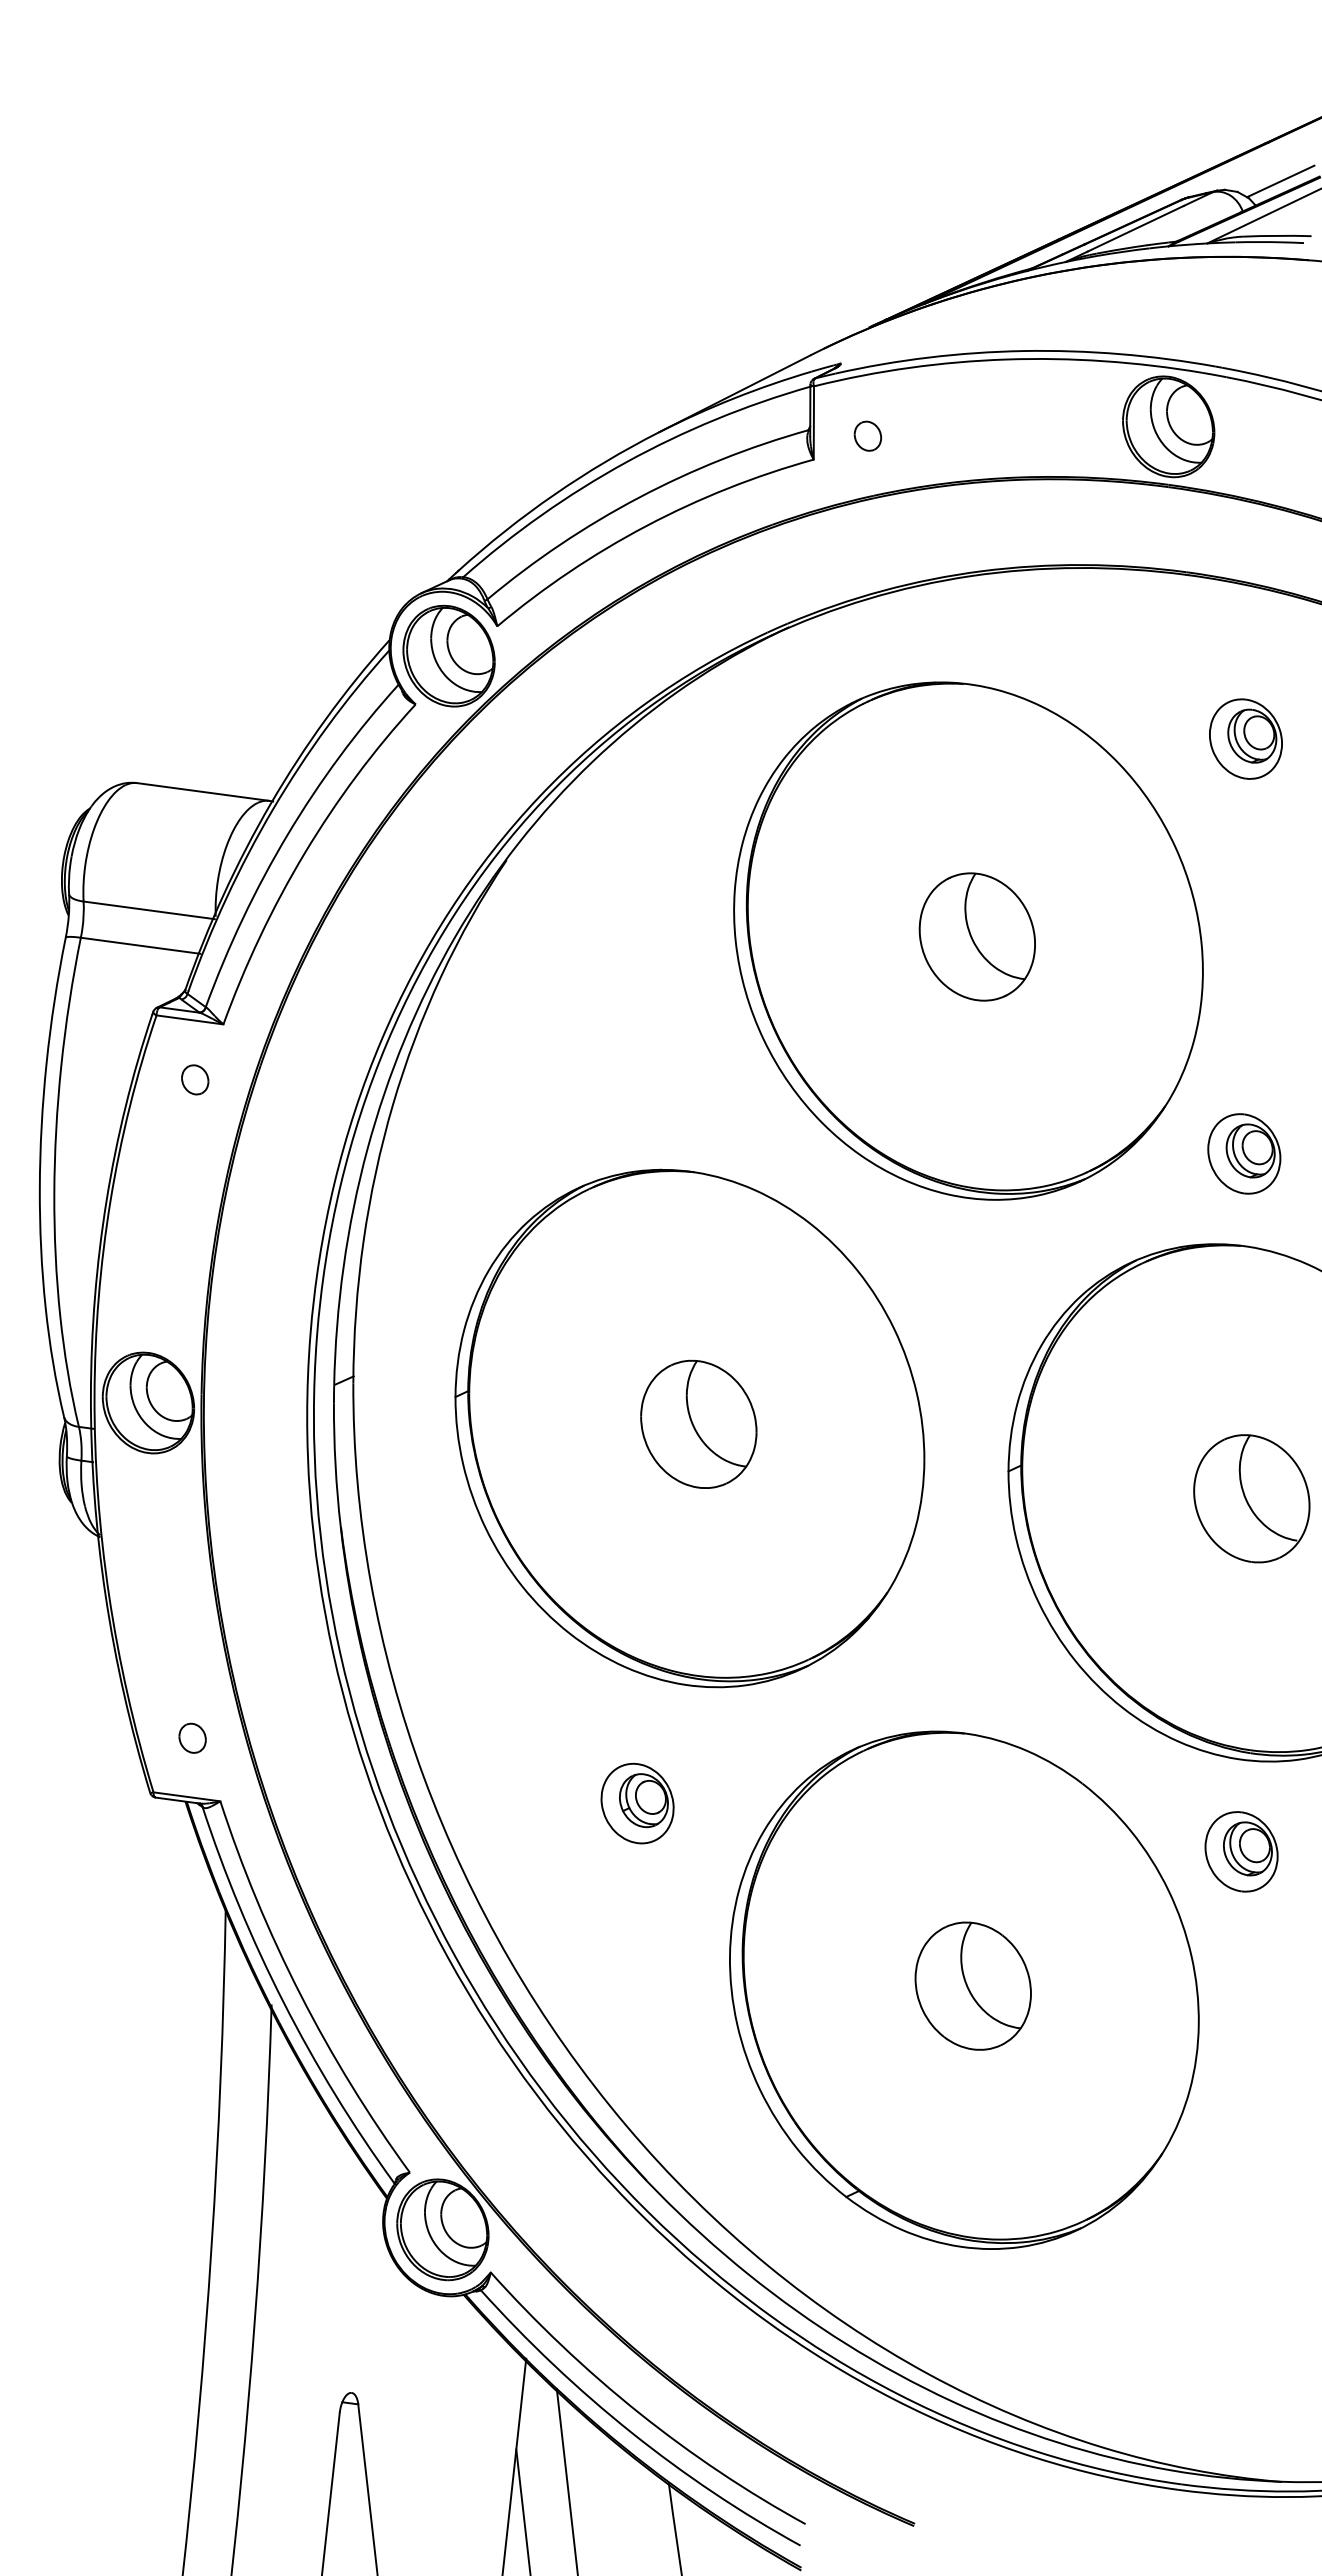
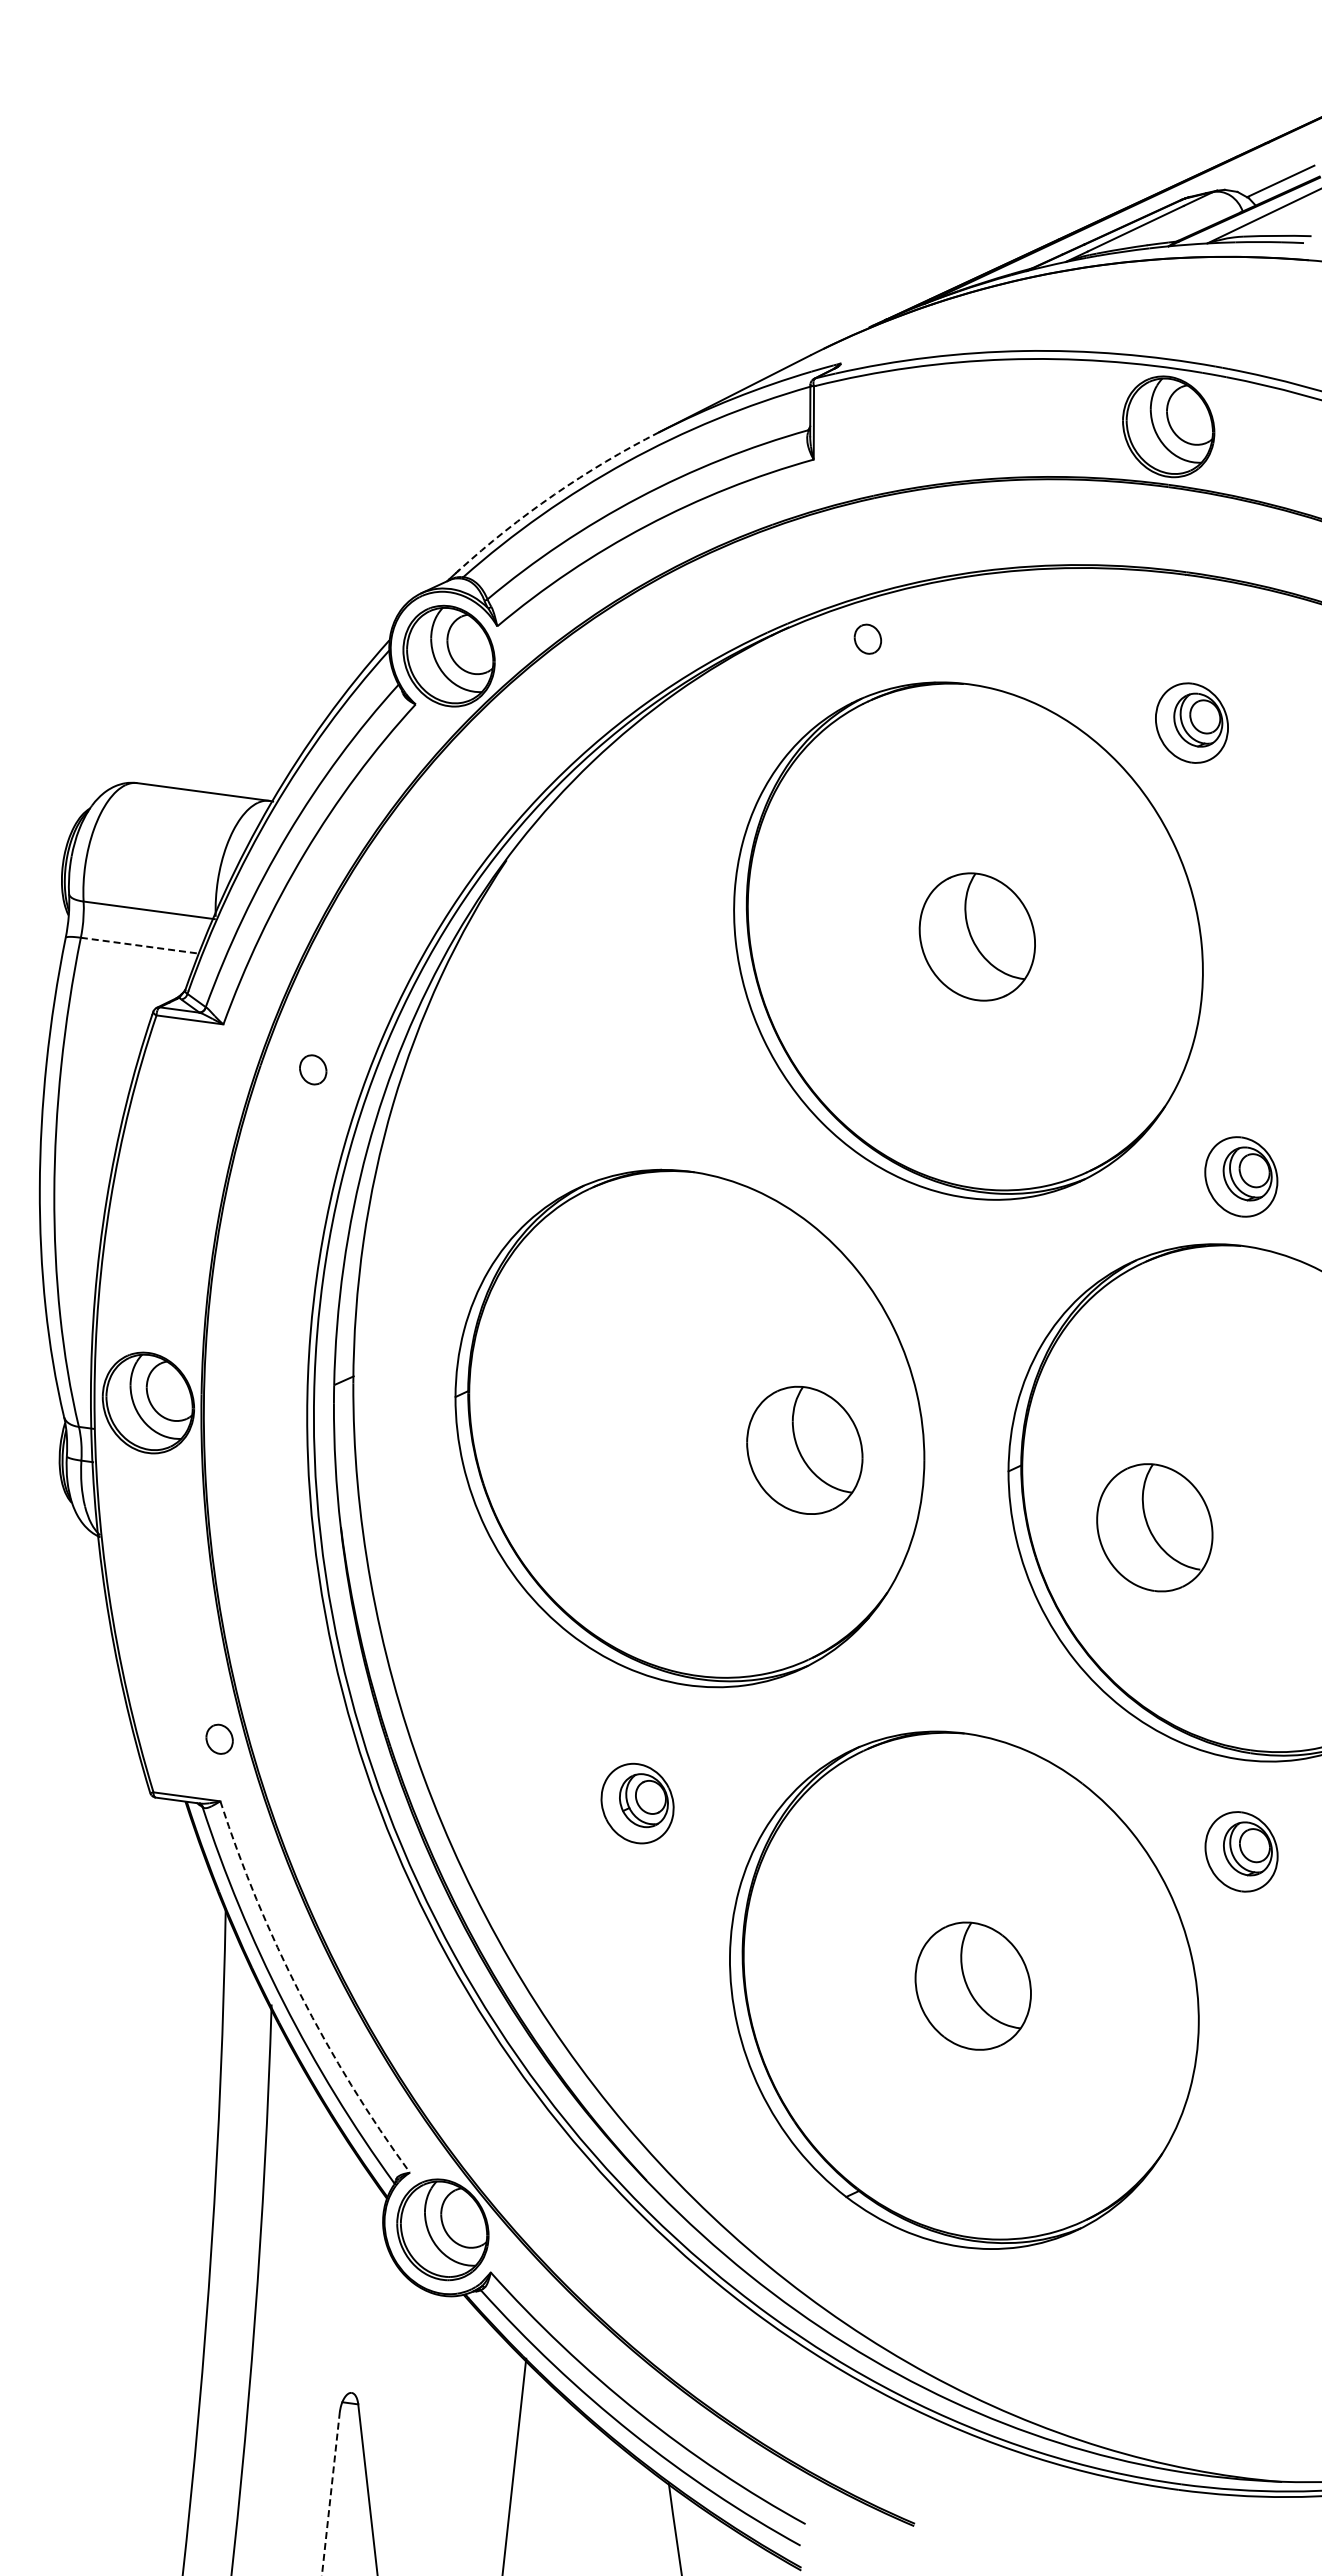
part at (867, 435) position: (867, 435) -> (867, 638)
arc at (554, 494): solid -> dashed
part at (1245, 738) position: (1245, 738) -> (1191, 722)
line at (141, 945): solid -> dashed
part at (195, 1079) position: (195, 1079) -> (313, 1069)
part at (1244, 1153) position: (1244, 1153) -> (1241, 1176)
part at (698, 1423) position: (698, 1423) -> (804, 1449)
part at (1251, 1498) position: (1251, 1498) -> (1154, 1527)
part at (192, 1737) position: (192, 1737) -> (219, 1738)
arc at (300, 1994): solid -> dashed
line at (566, 2480): present -> none
line at (330, 2494): solid -> dashed
line at (523, 2510): present -> none
